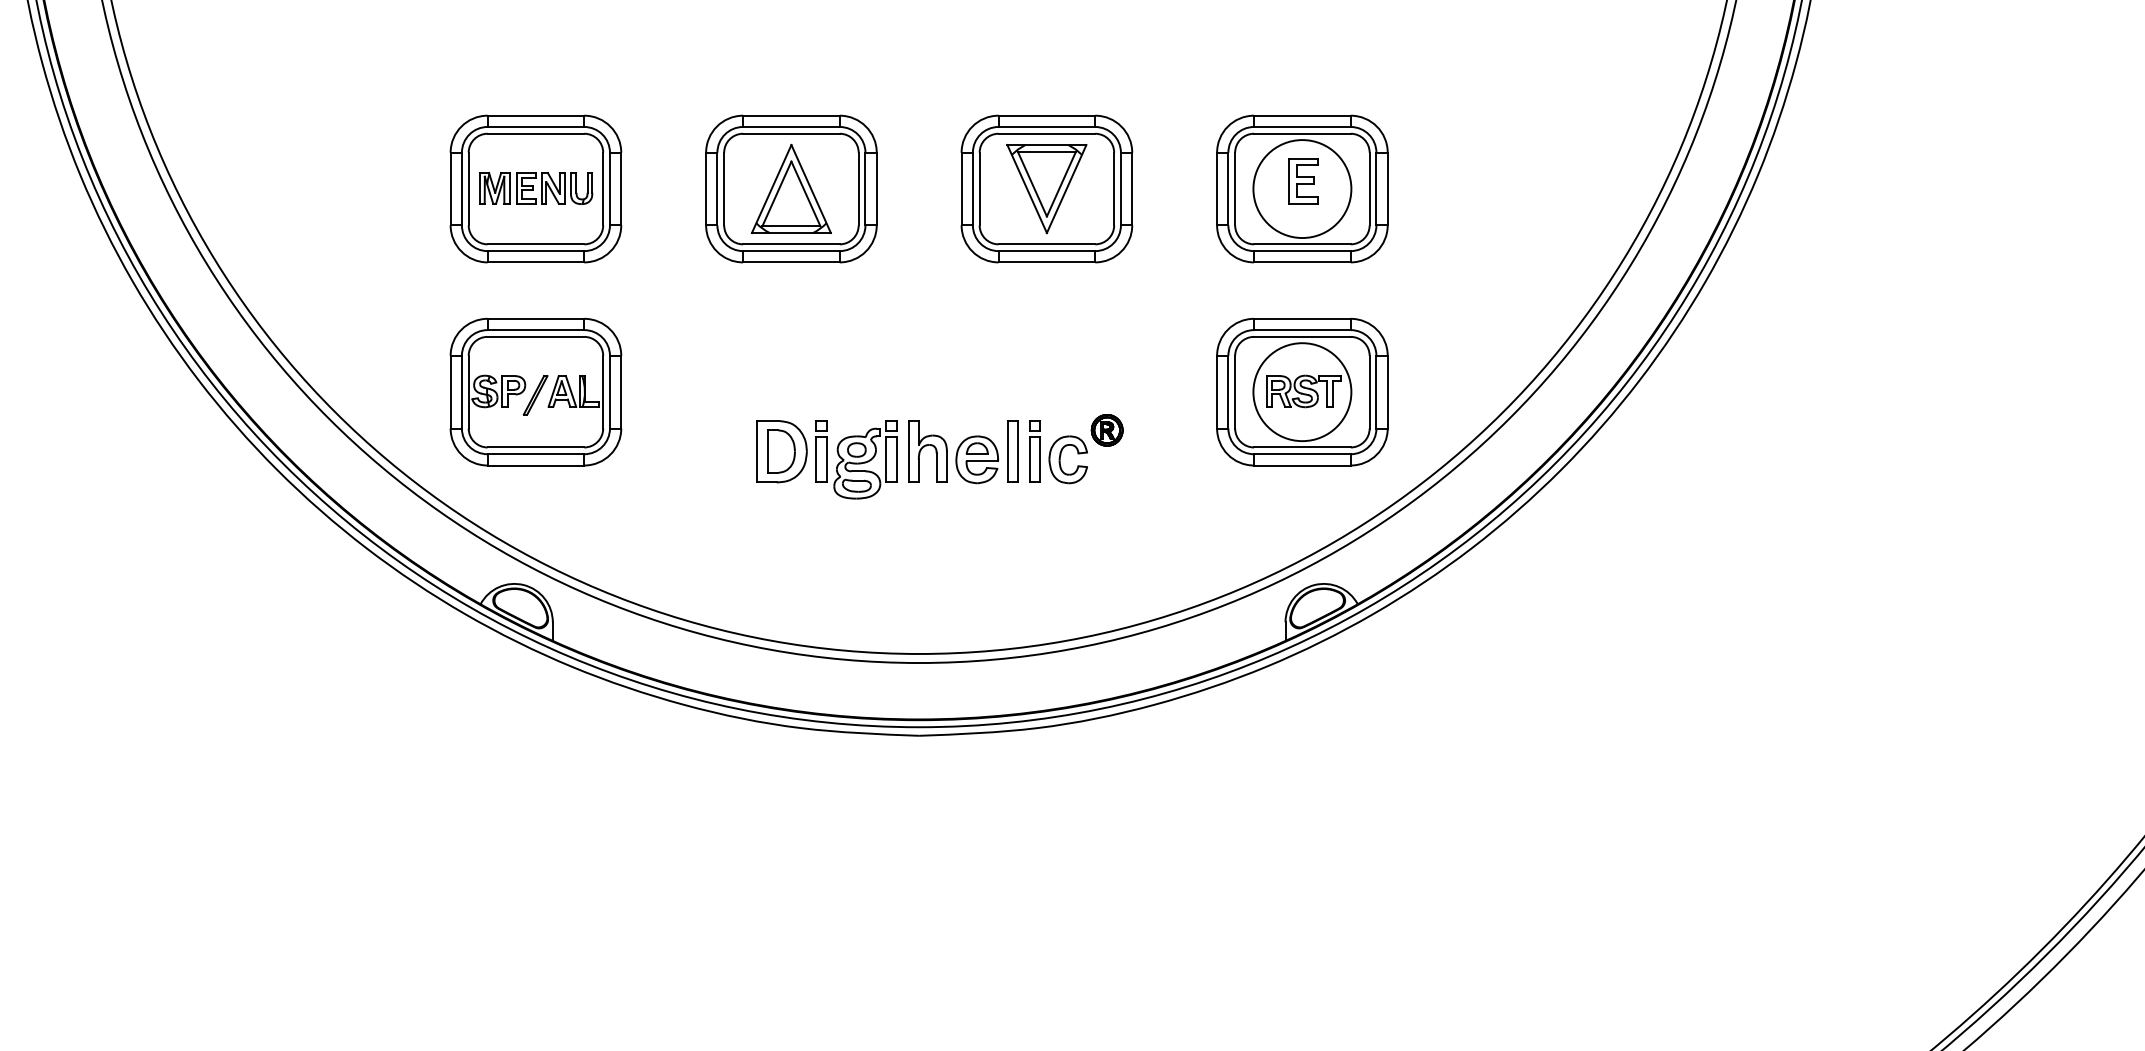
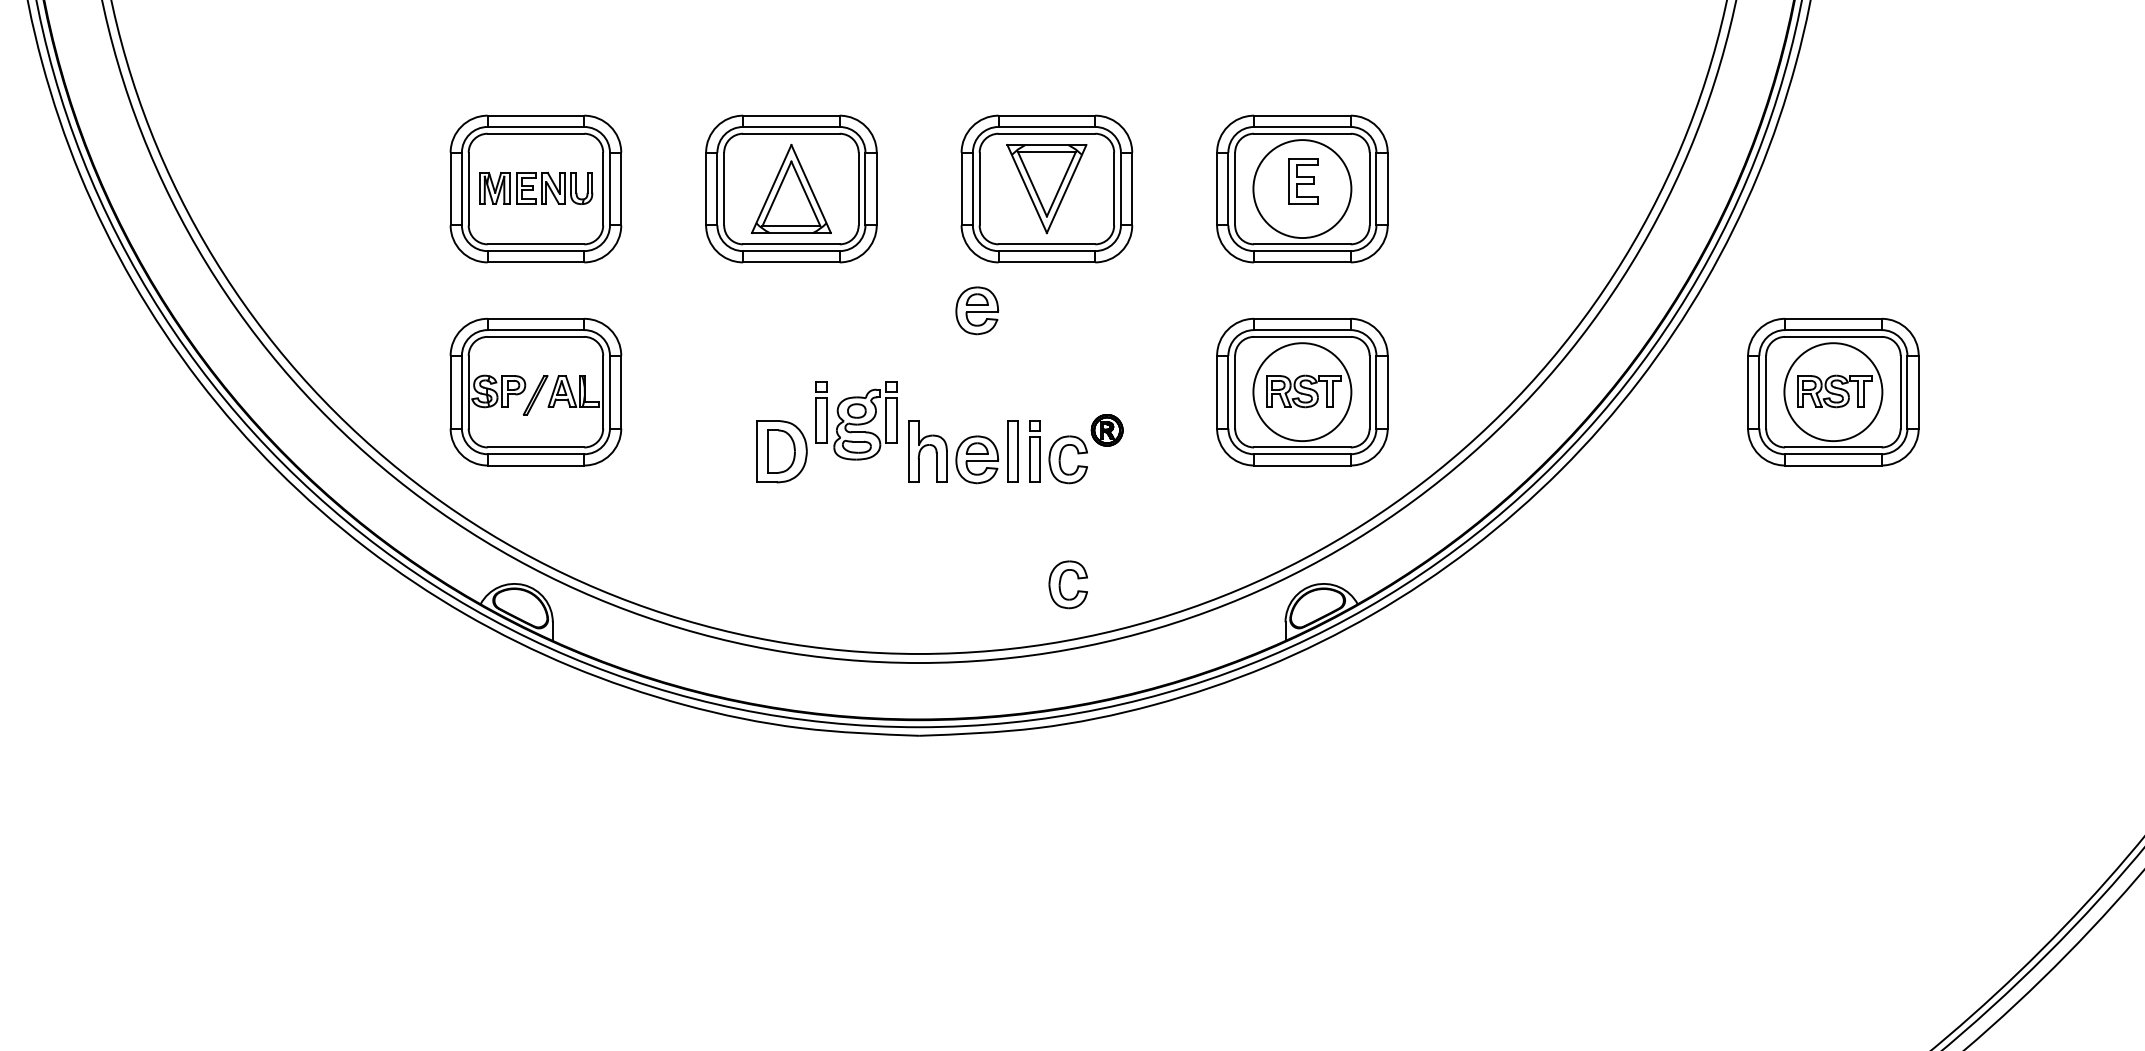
part at (977, 310): none -> present
part at (1833, 391): none -> present
part at (856, 459) position: (856, 459) -> (856, 420)
part at (1060, 584): none -> present
